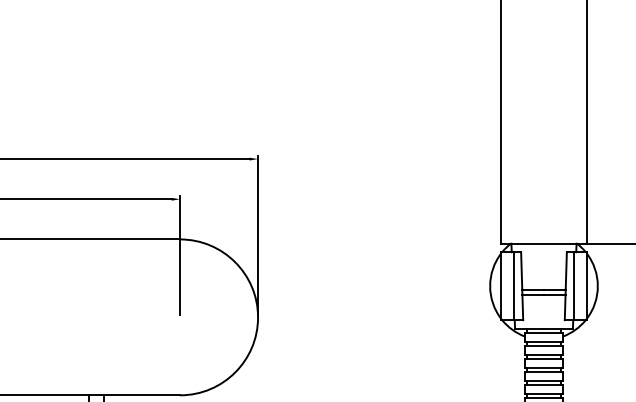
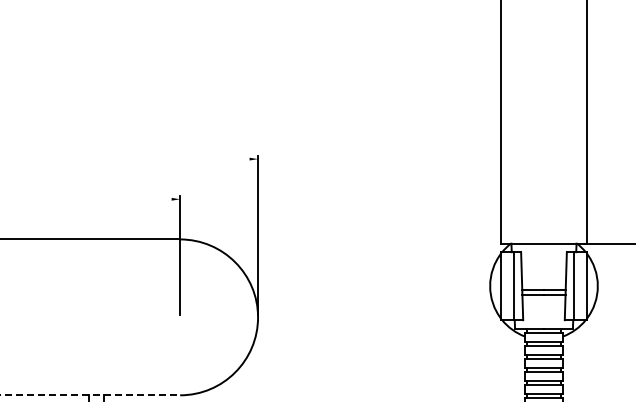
line at (125, 159): present -> none
line at (86, 199): present -> none
line at (90, 395): solid -> dashed
